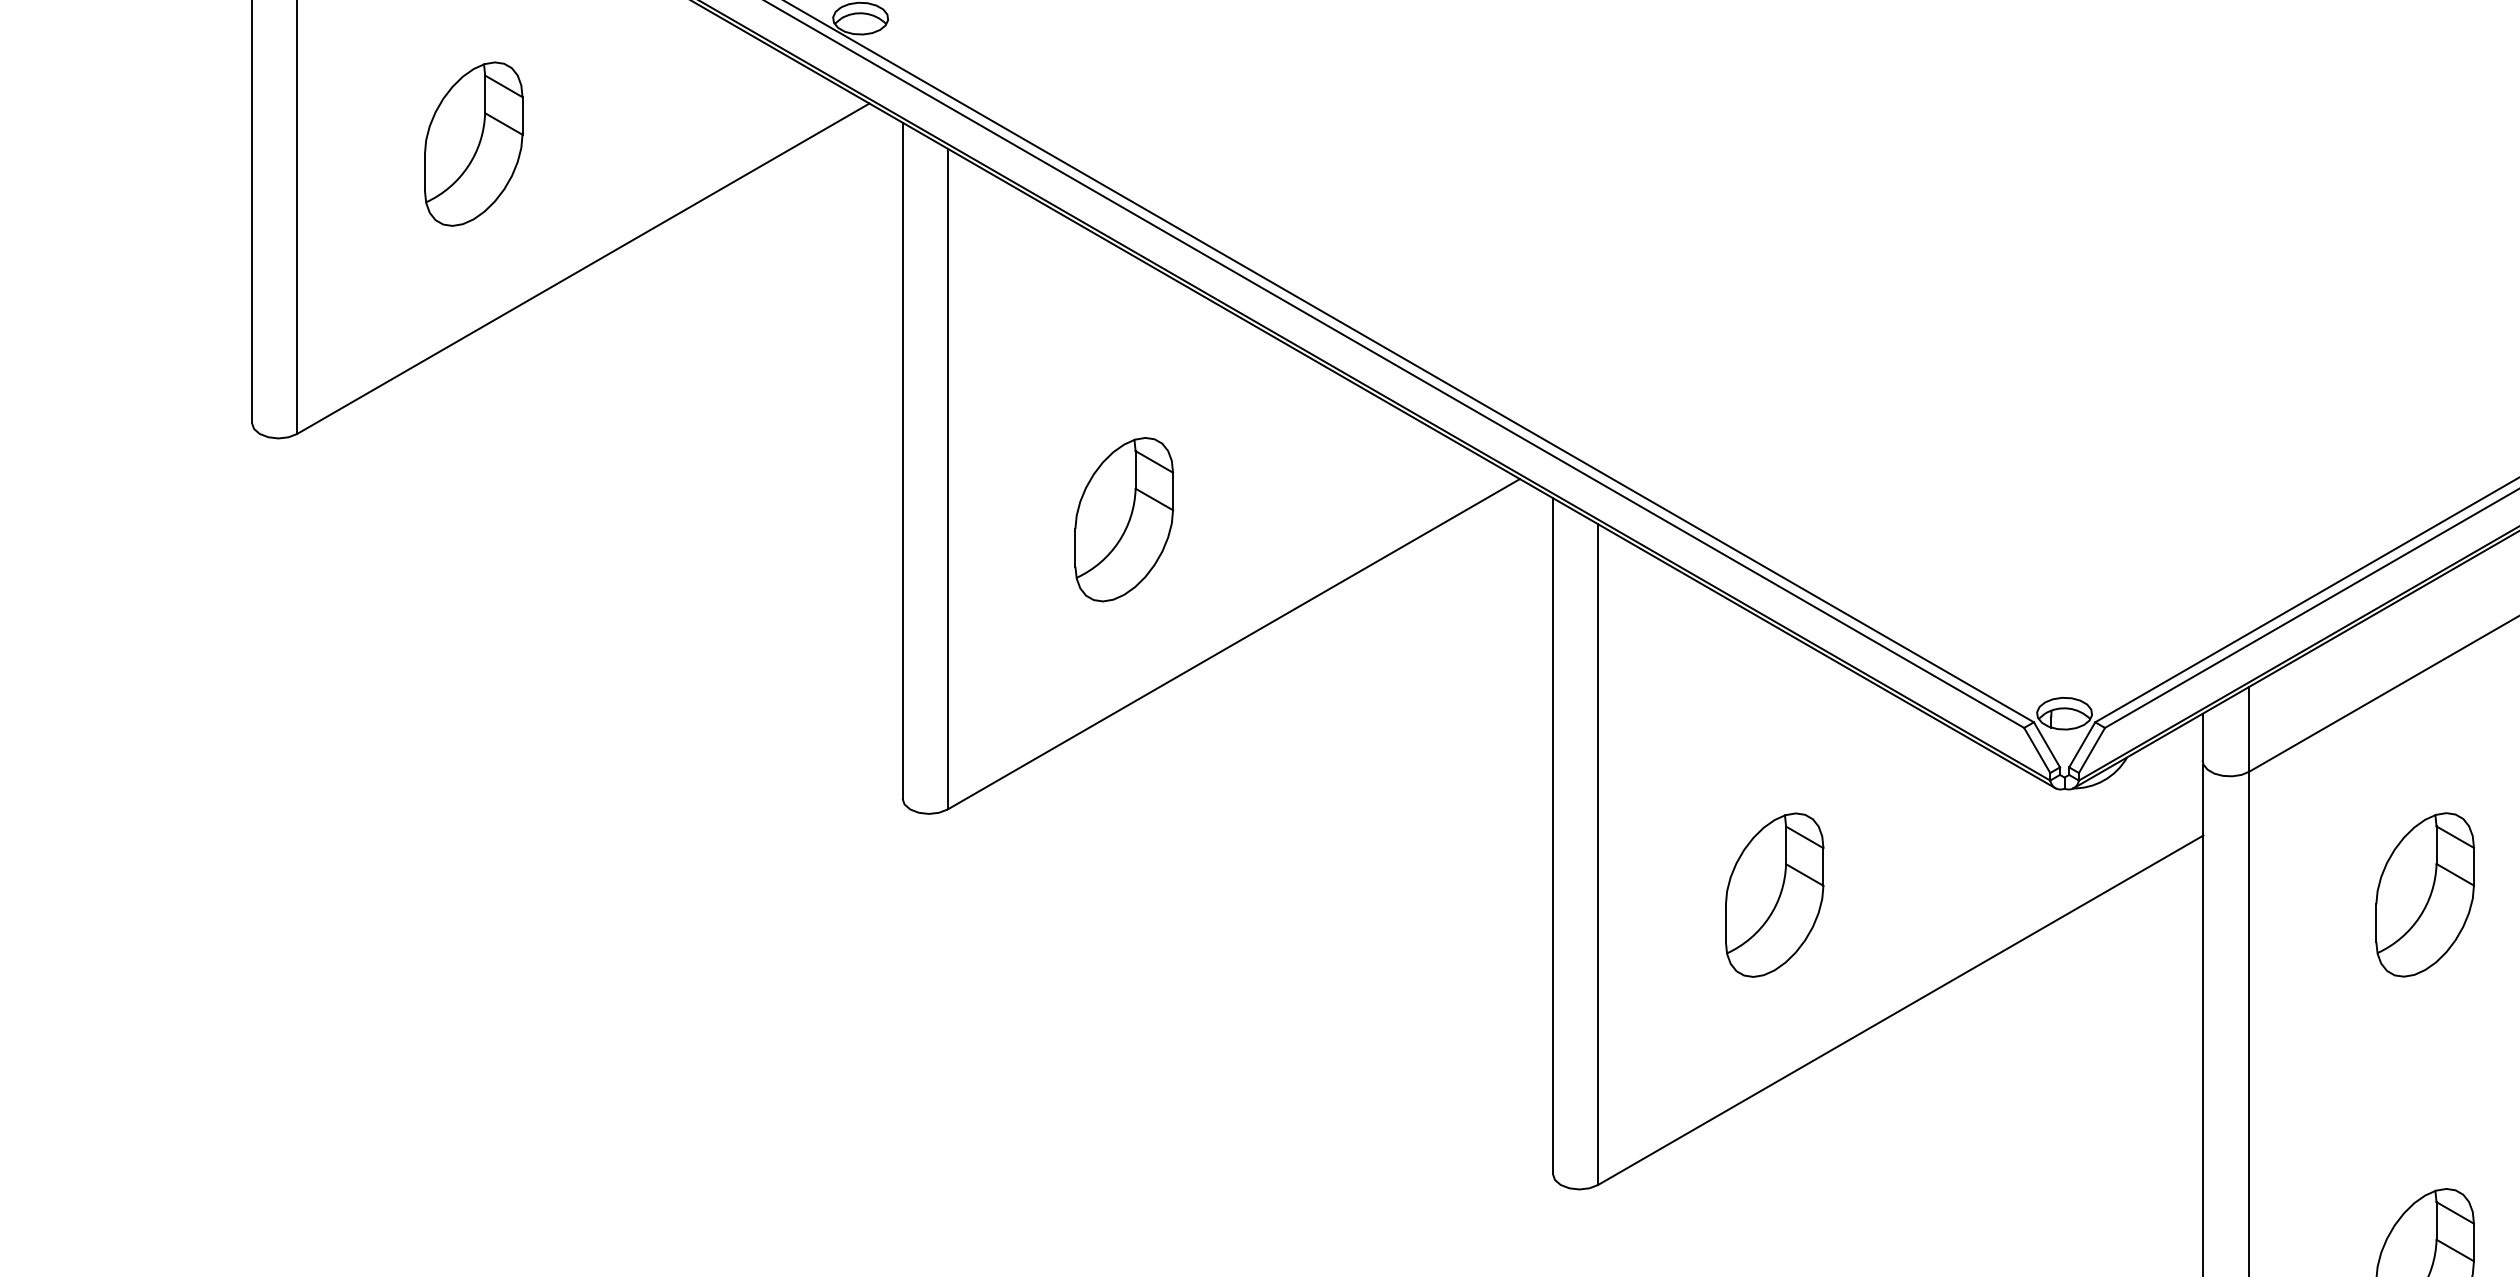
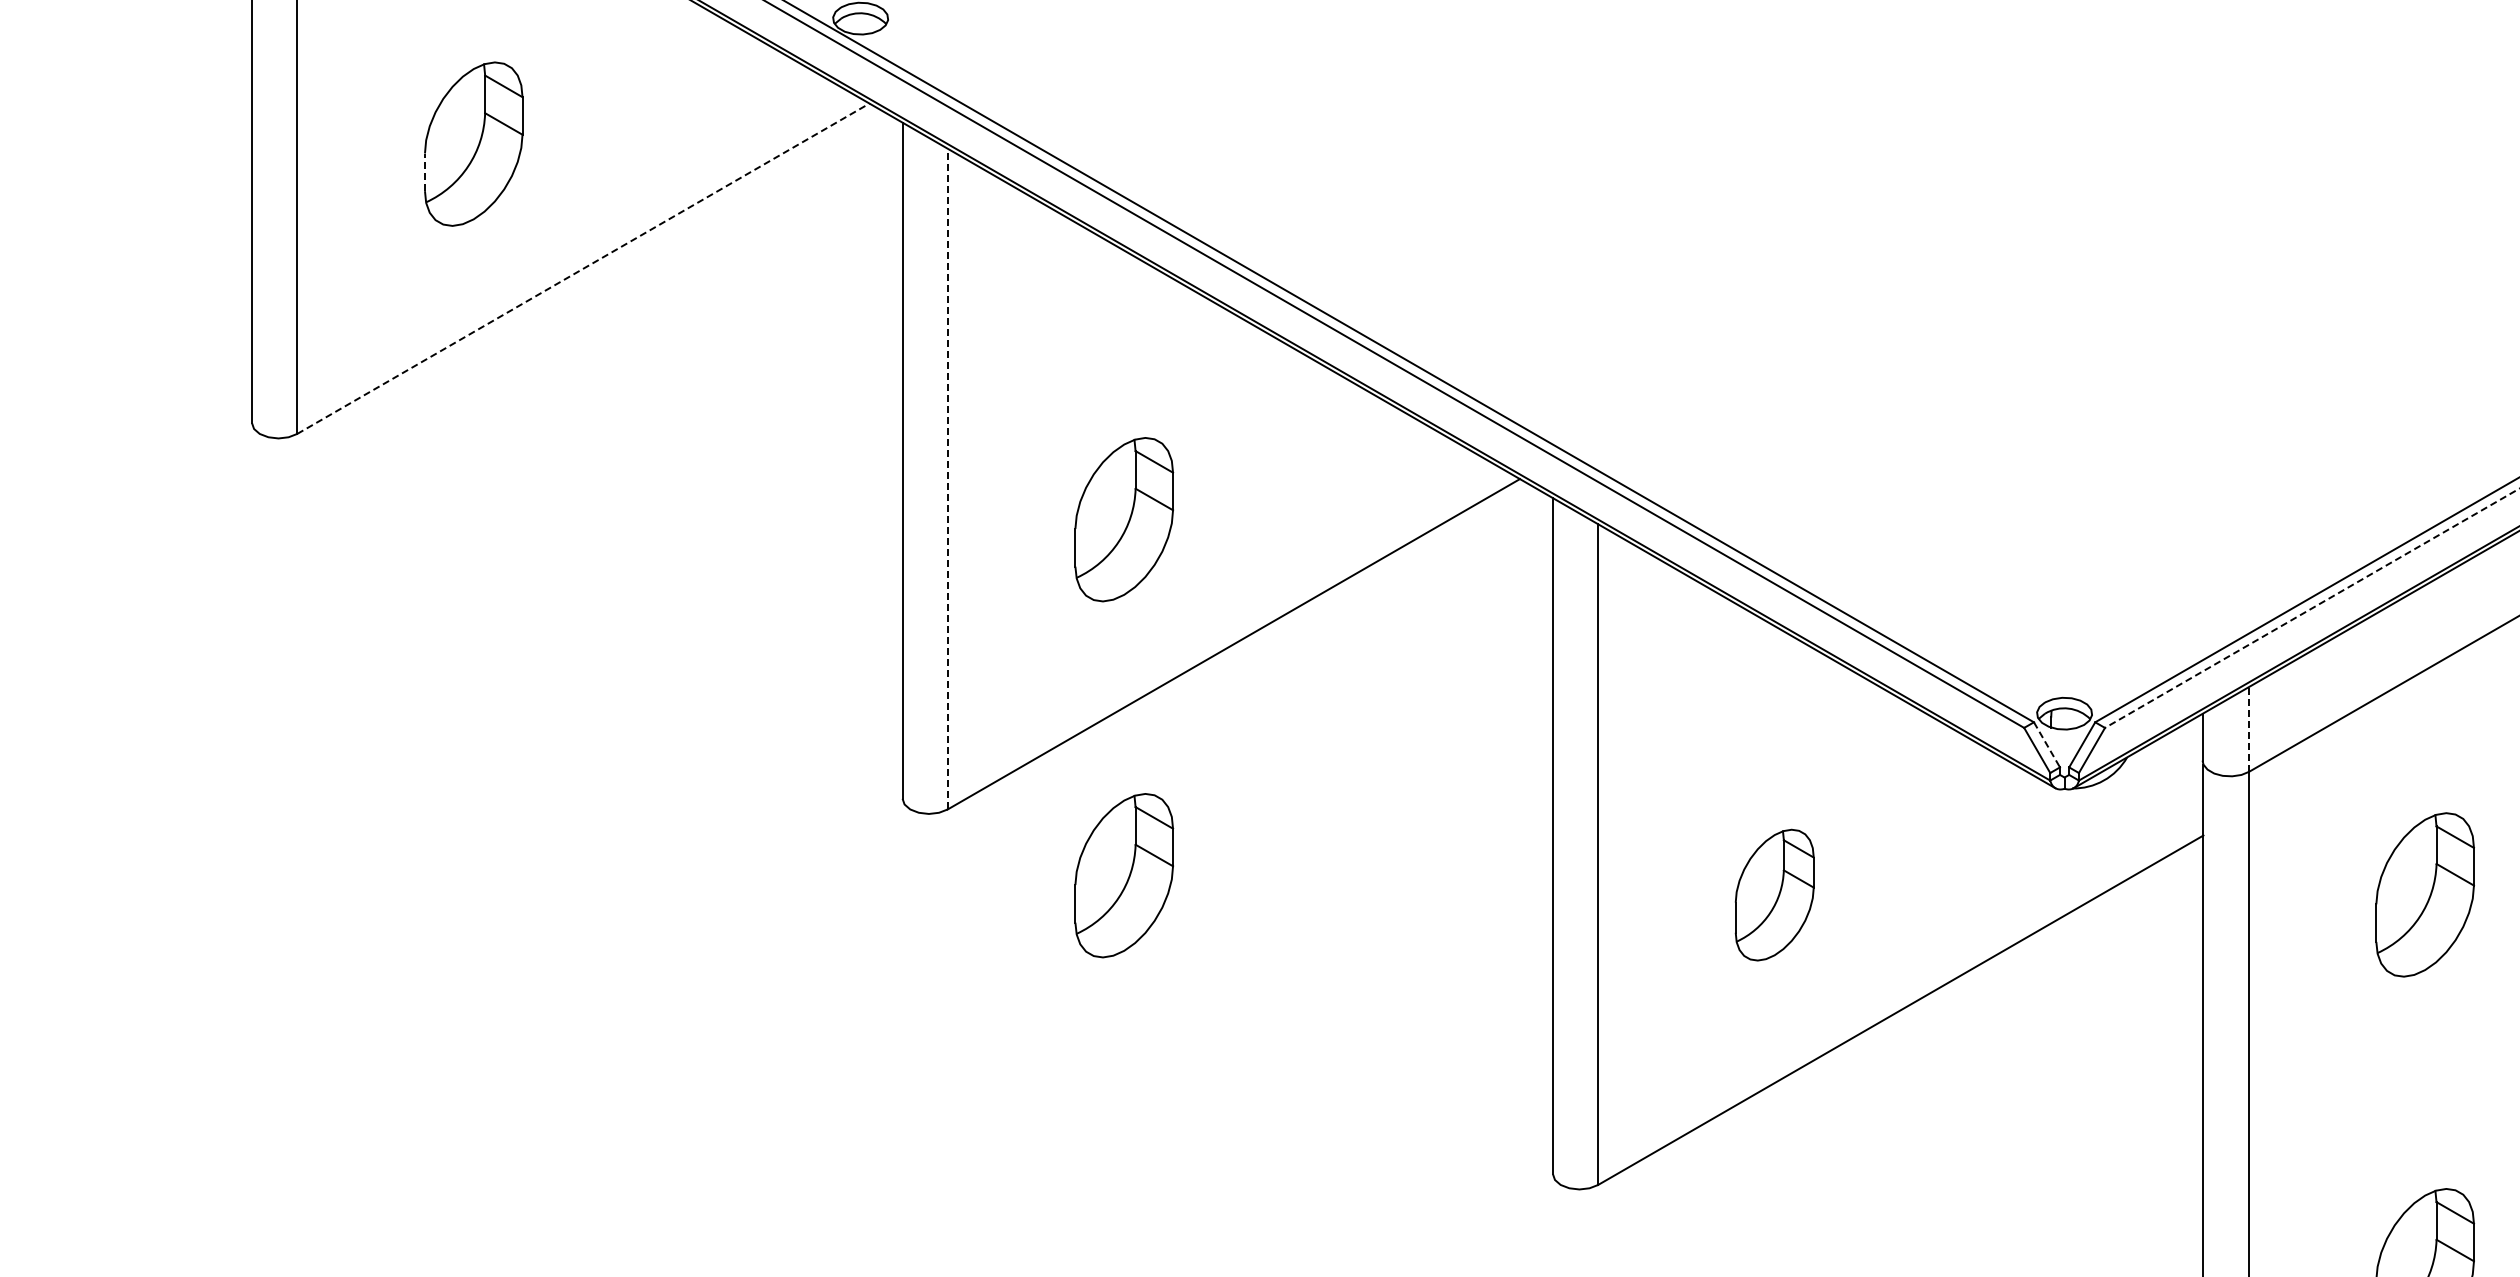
line at (424, 172): solid -> dashed
line at (583, 268): solid -> dashed
line at (947, 478): solid -> dashed
line at (2311, 608): solid -> dashed
line at (2249, 728): solid -> dashed
line at (2047, 745): solid -> dashed
part at (1124, 875): none -> present
part at (1774, 894) size: 100x166 px -> 81x134 px
